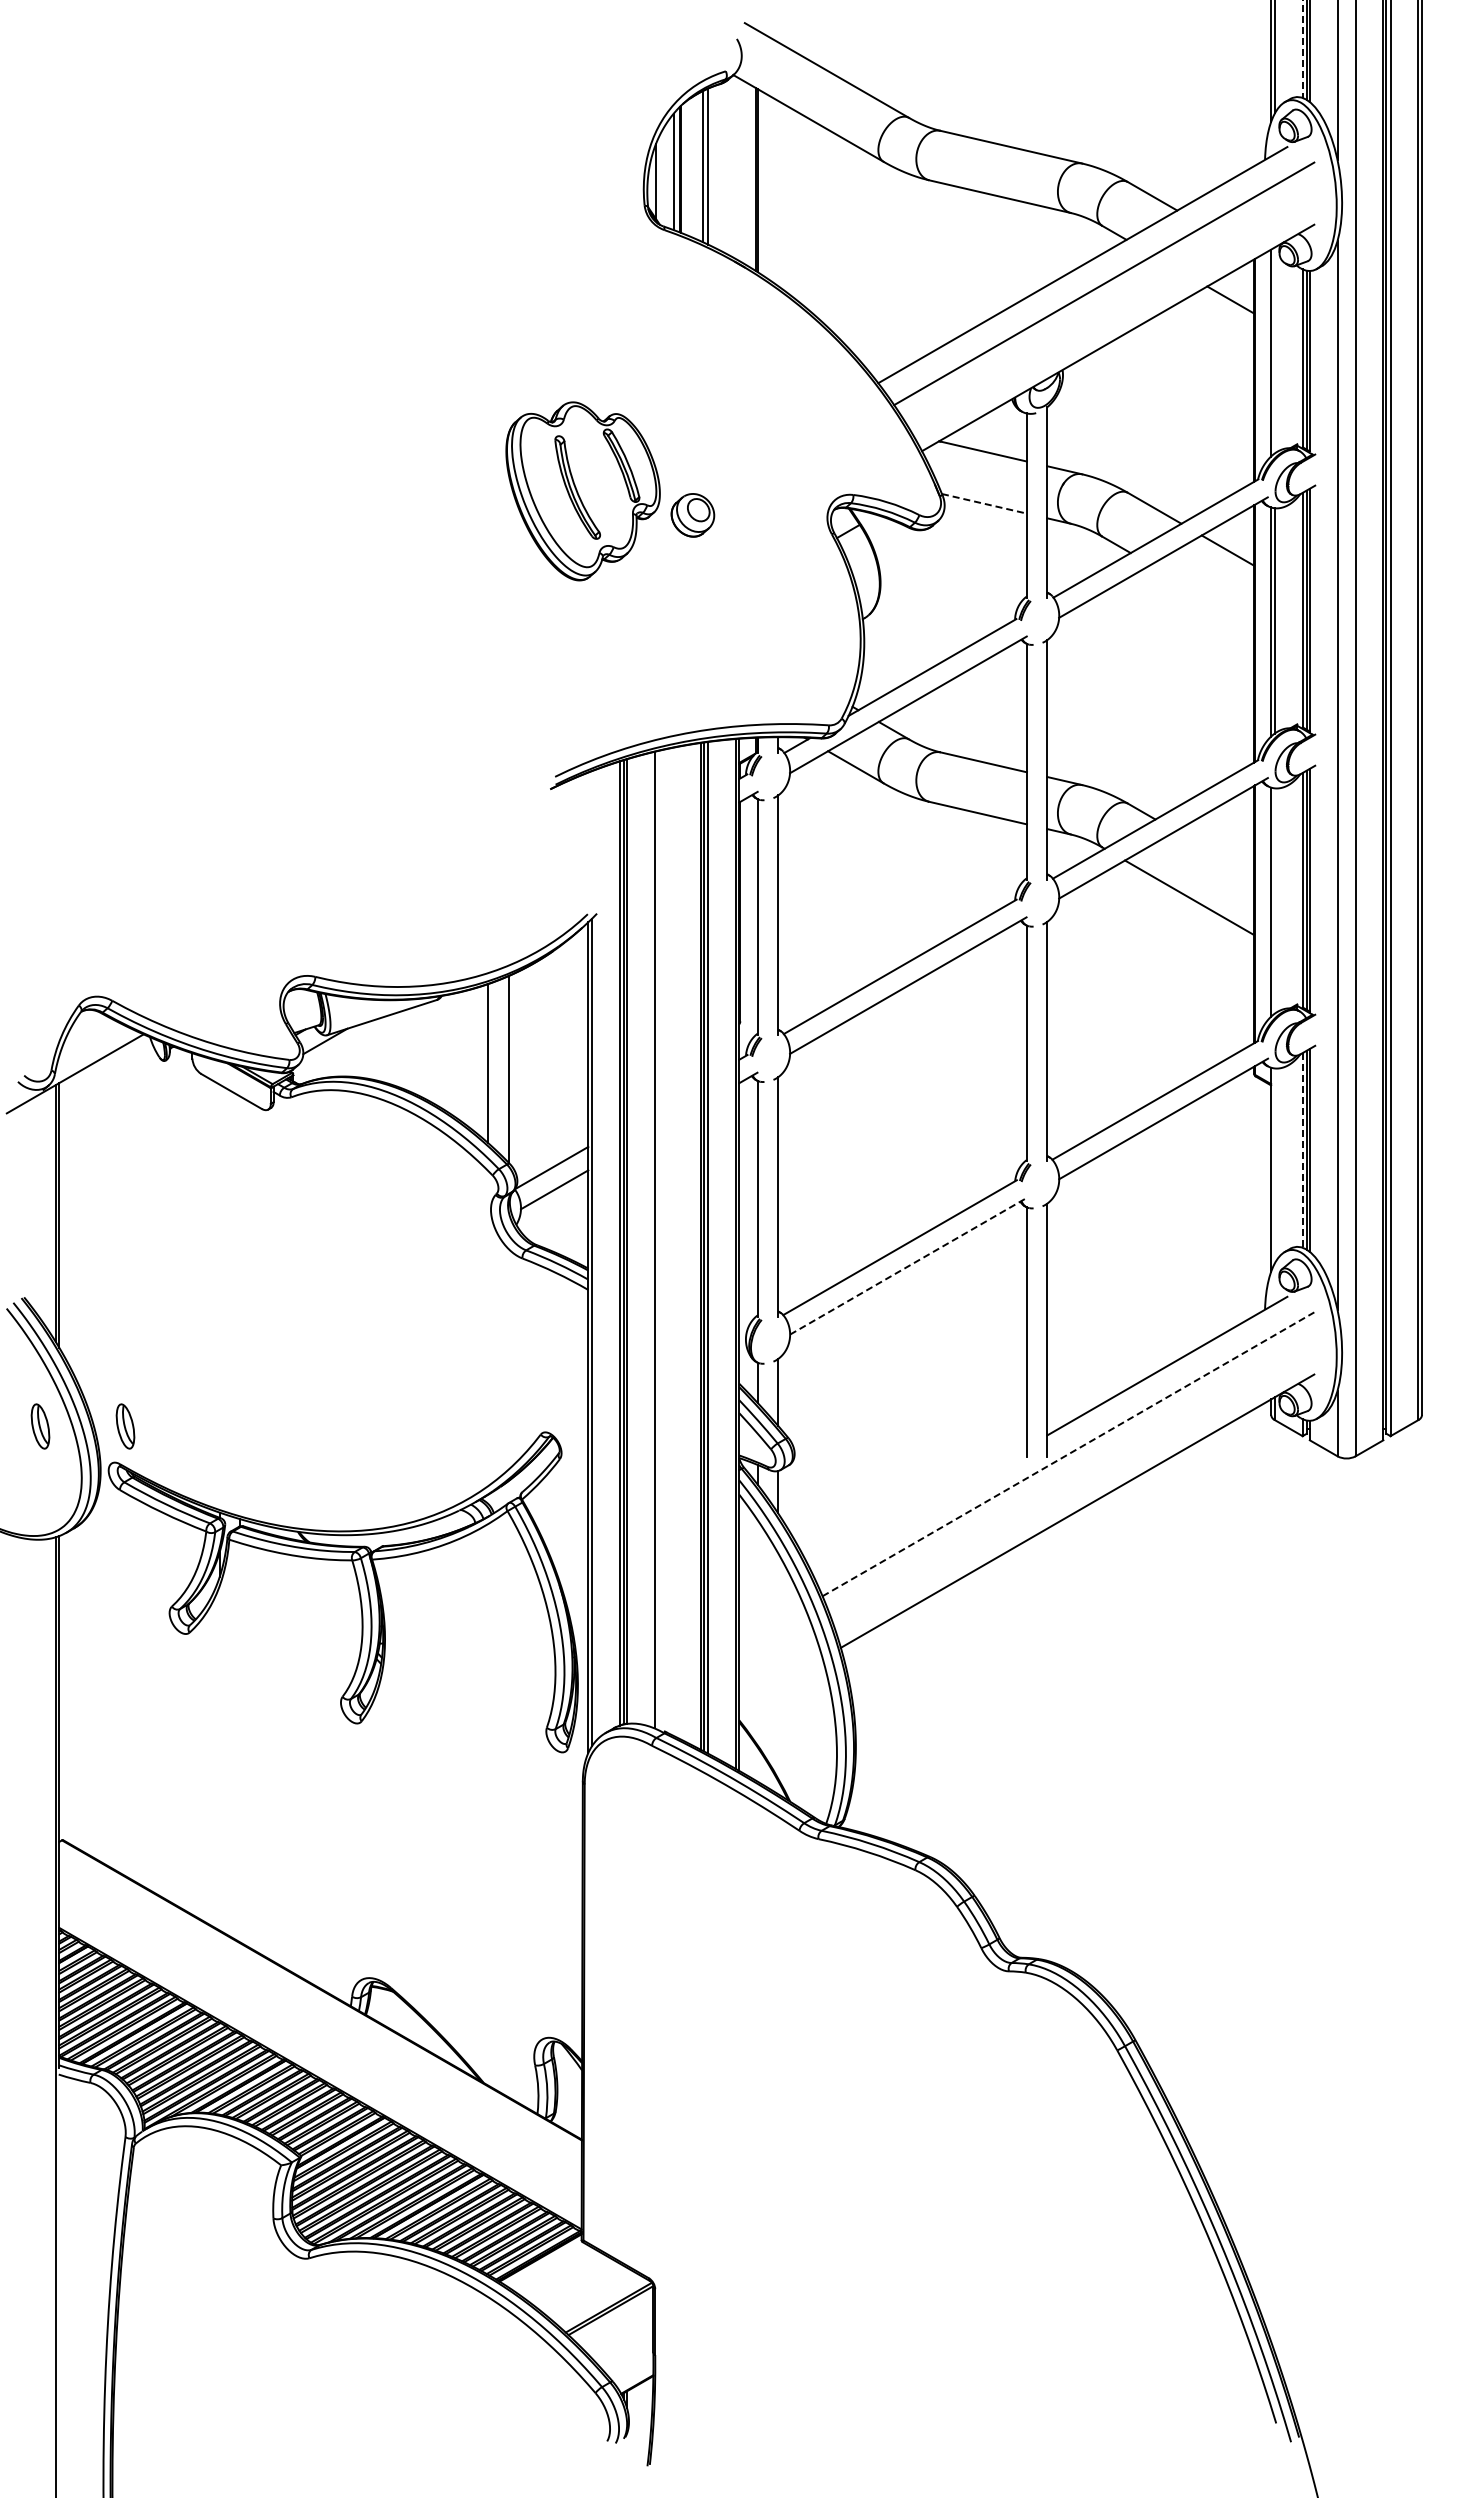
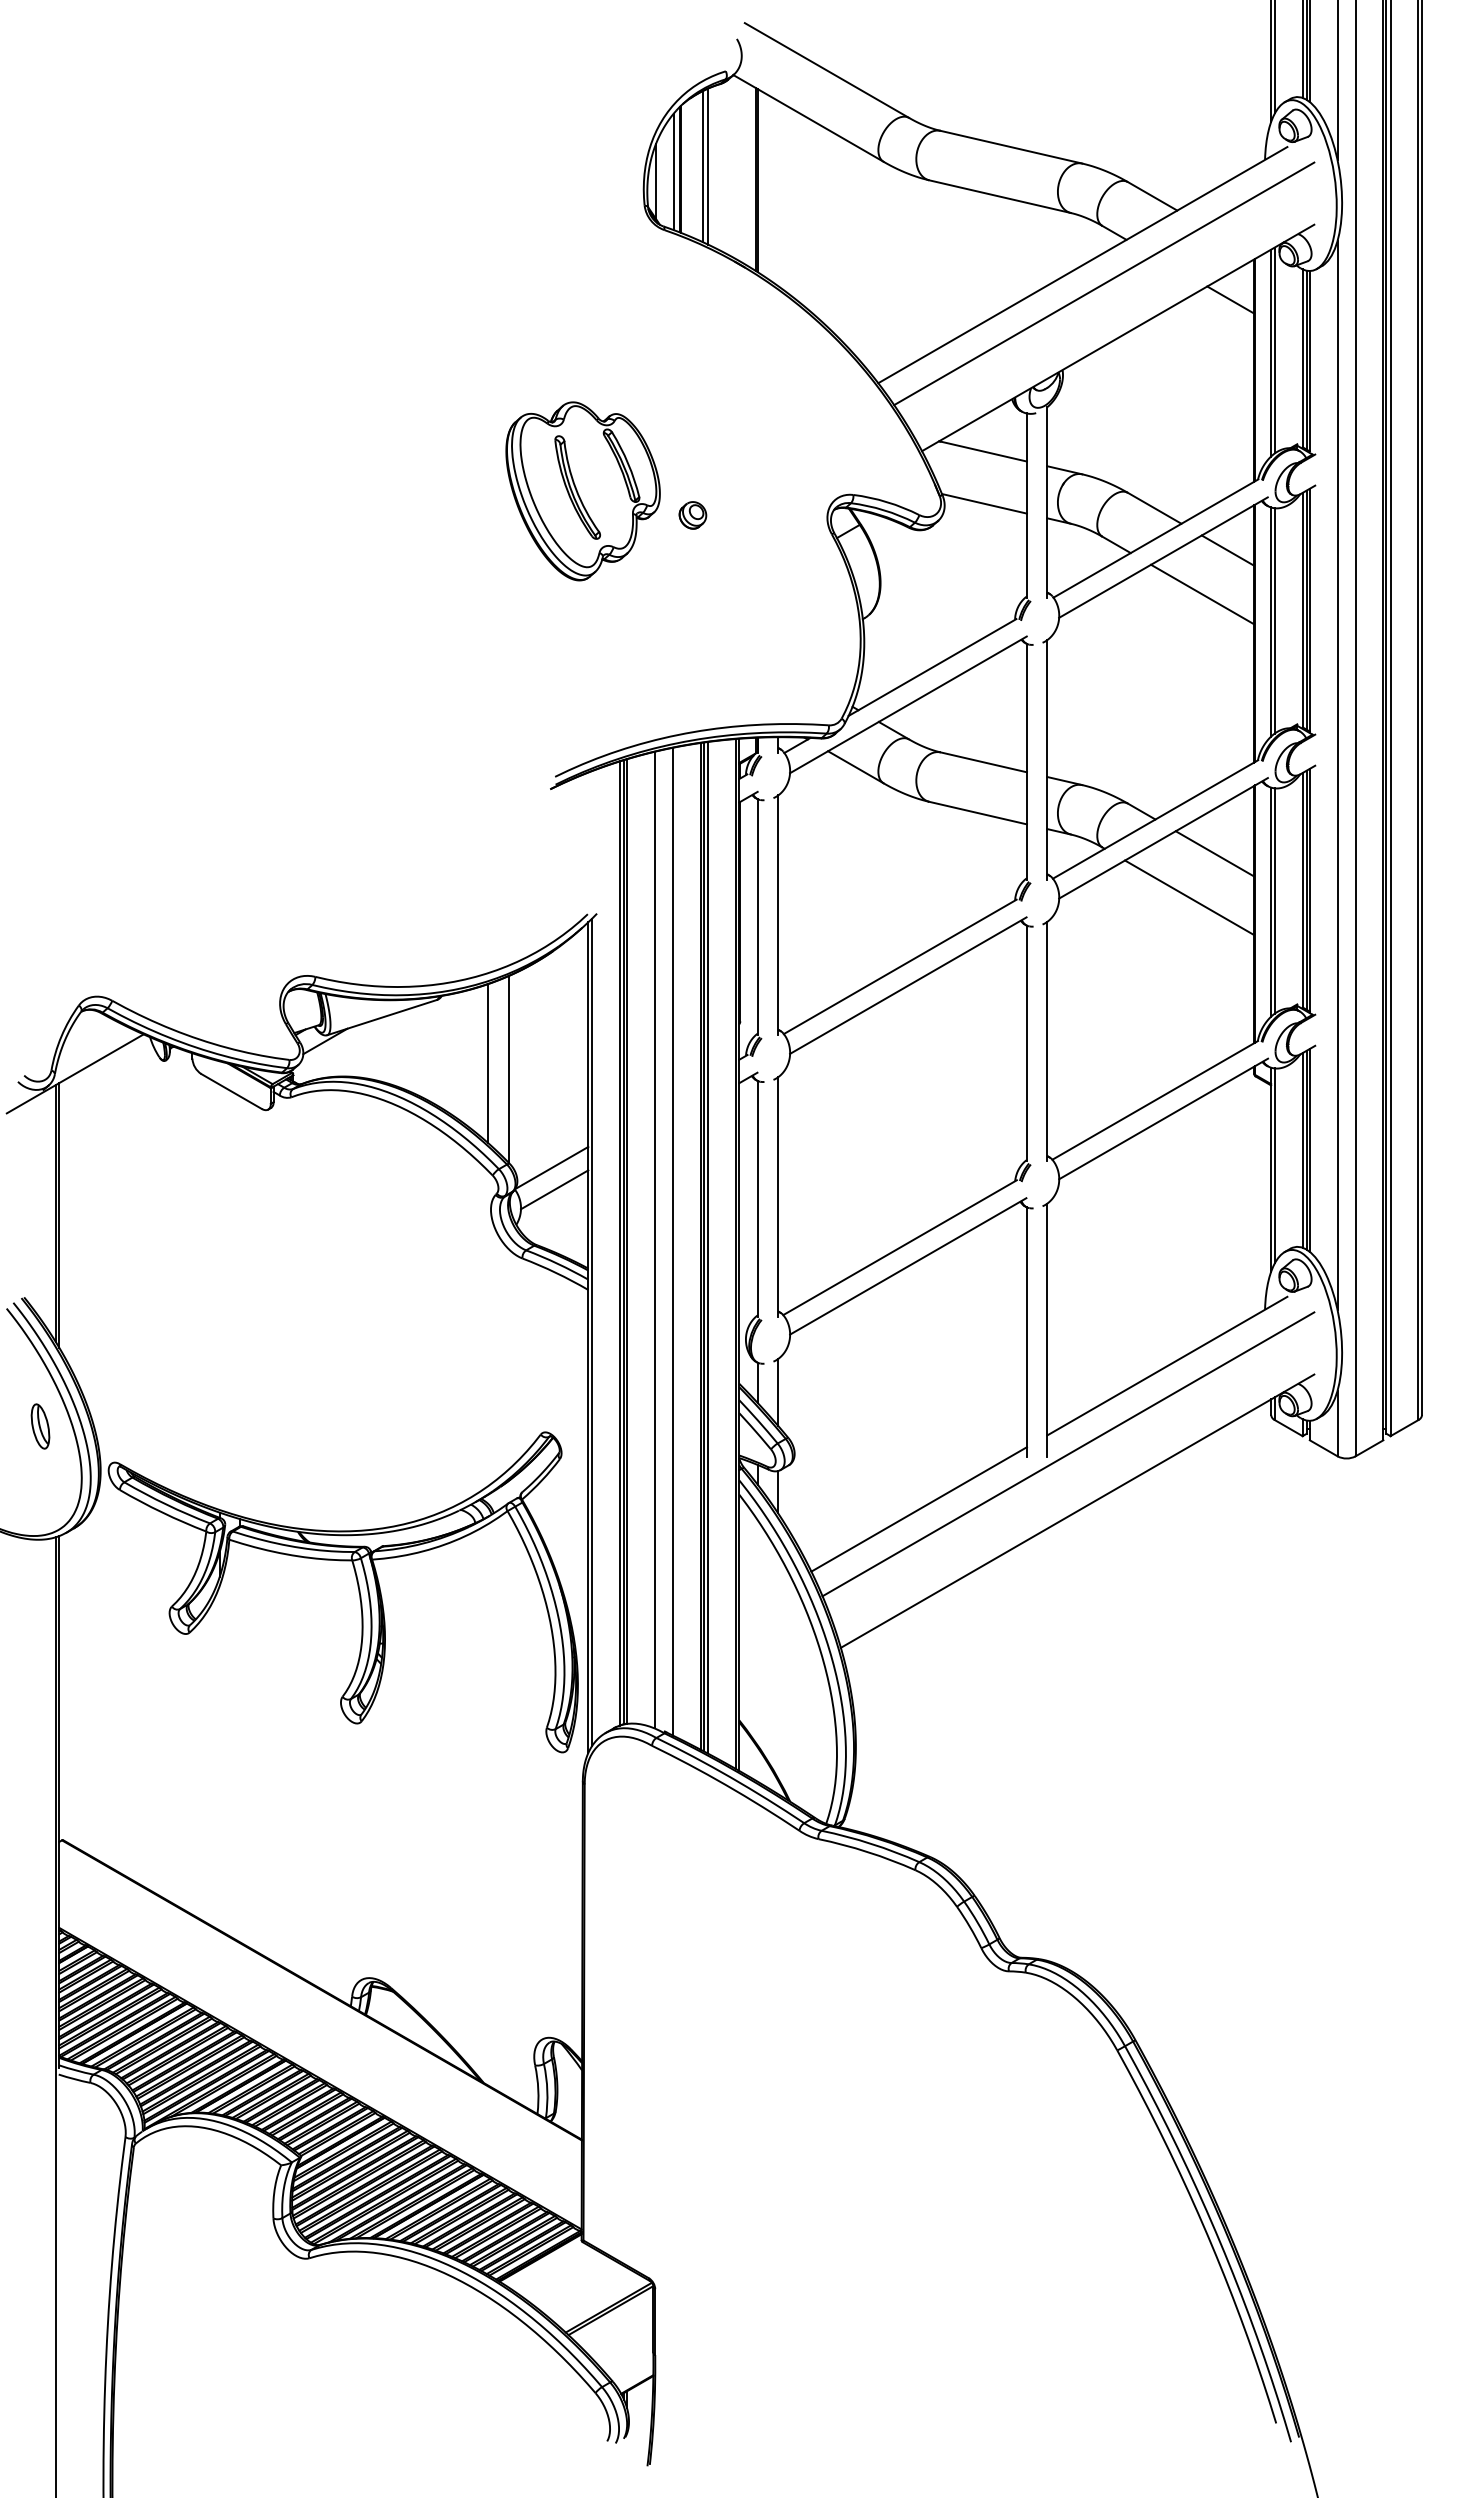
line at (1302, 49): dashed -> solid
line at (1274, 350): none -> present
line at (984, 503): dashed -> solid
part at (692, 515) size: 46x45 px -> 30x29 px
line at (1202, 594): none -> present
line at (1214, 853): none -> present
line at (1274, 900): none -> present
line at (1302, 1150): dashed -> solid
line at (1274, 1165): none -> present
line at (672, 1241): none -> present
line at (908, 1266): dashed -> solid
part at (125, 1426): present -> none
line at (1068, 1454): dashed -> solid
line at (918, 1509): none -> present
